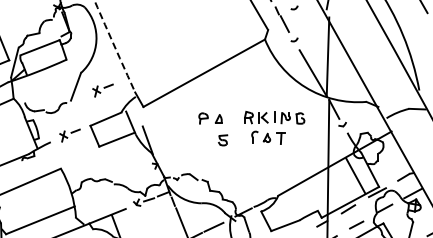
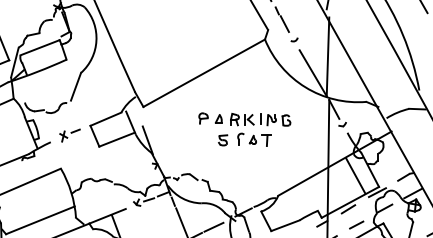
arc at (295, 7): present -> none
arc at (114, 46): dashed -> solid
part at (102, 90): present -> none
part at (274, 127) position: (274, 127) -> (260, 129)
